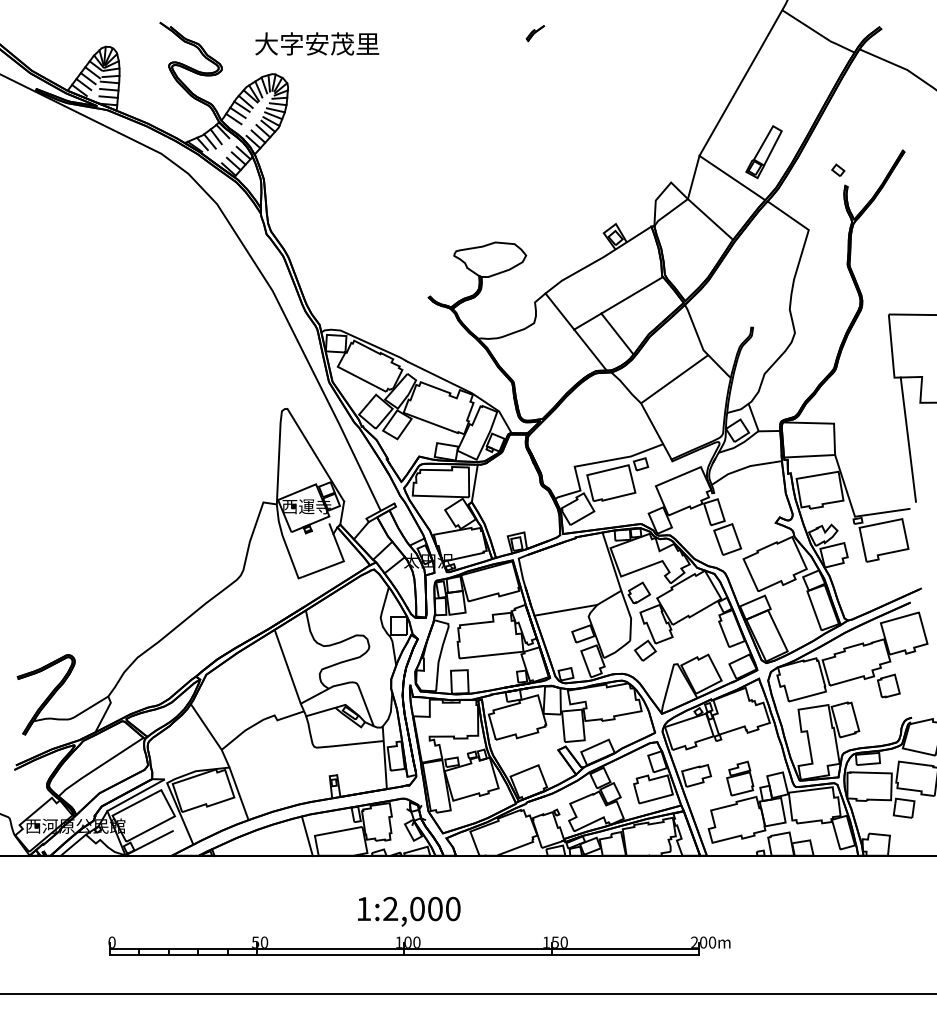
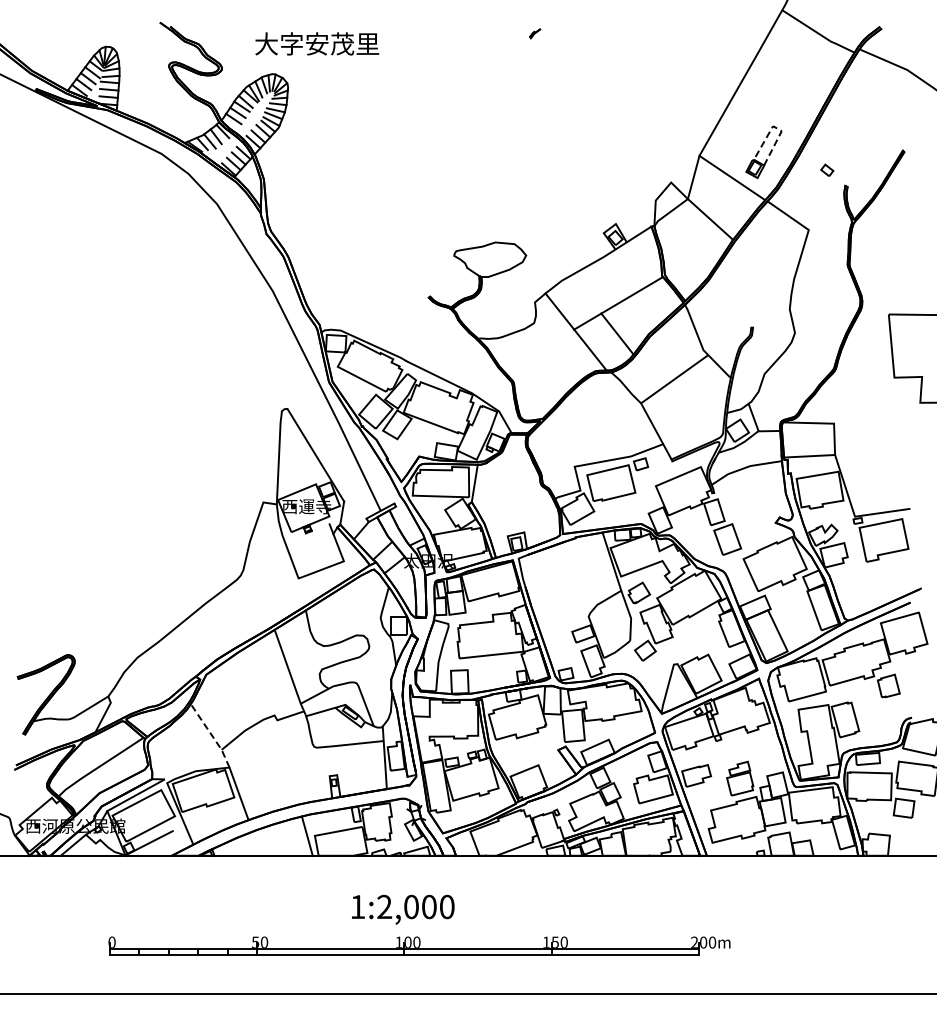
part at (534, 33) size: 20x18 px -> 13x12 px
line at (777, 128): solid -> dashed
part at (838, 169) position: (838, 169) -> (827, 169)
line at (907, 439): present -> none
line at (565, 609): present -> none
line at (211, 735): solid -> dashed
text at (409, 911) position: (409, 911) -> (403, 909)
